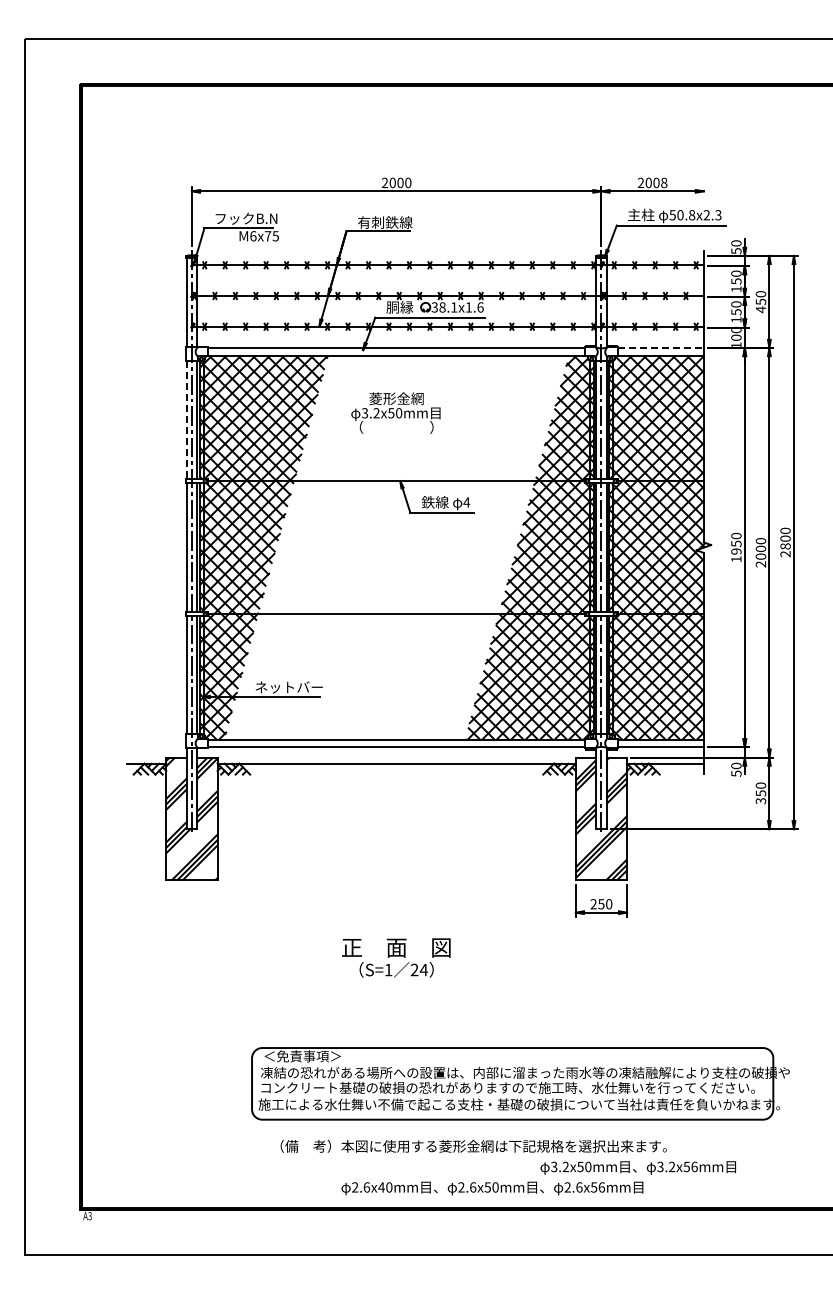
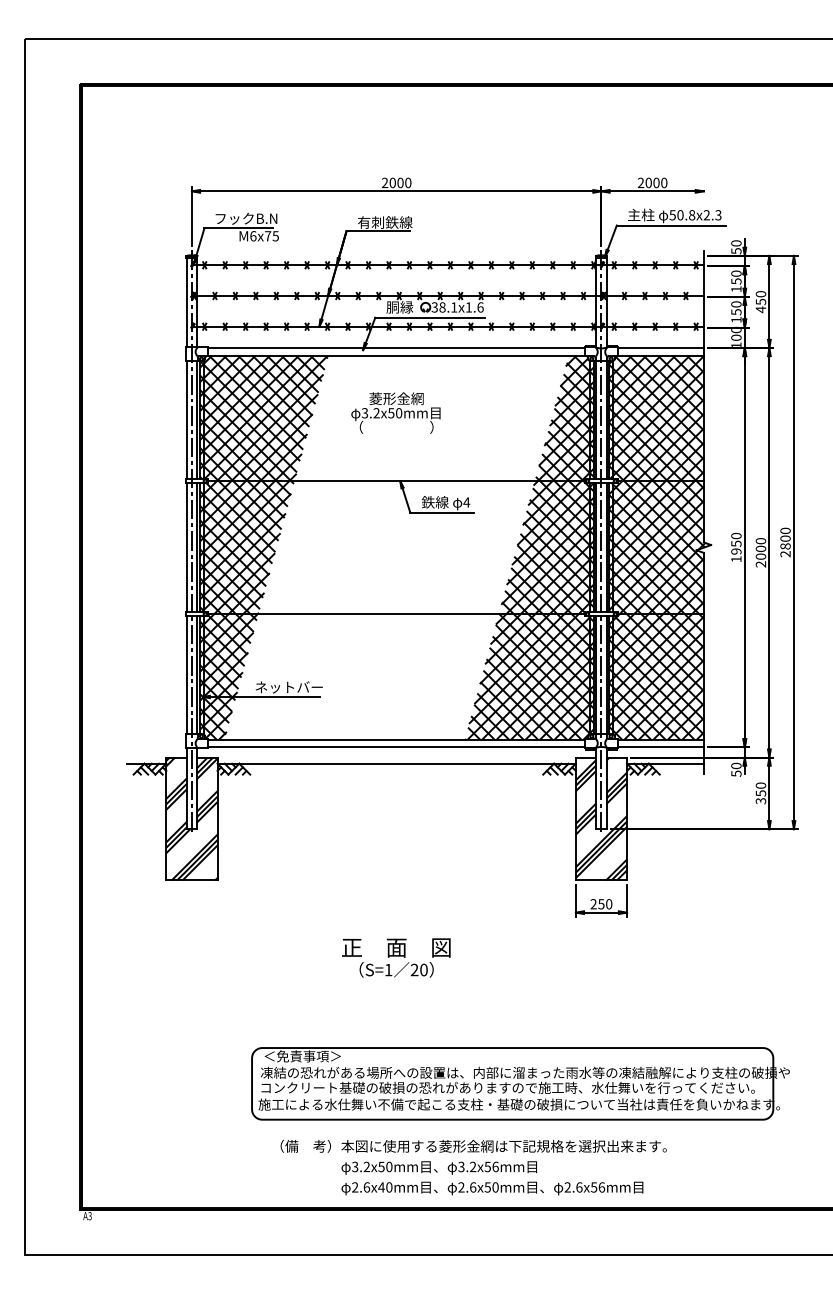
text at (664, 182): 2008 -> 2000
line at (661, 348): dashed -> solid
line at (186, 420): dashed -> solid
text at (423, 969): 24 -> 20
text at (637, 1167) position: (637, 1167) -> (438, 1167)
